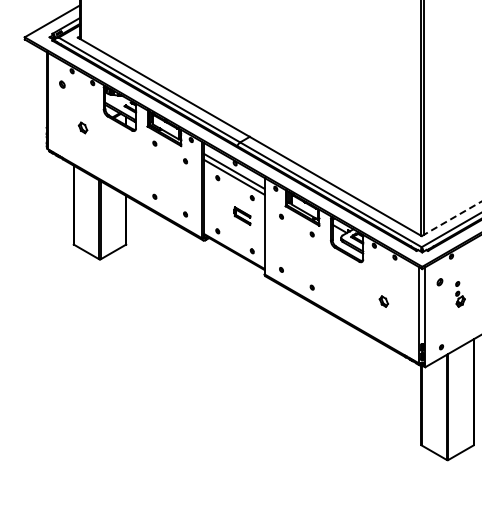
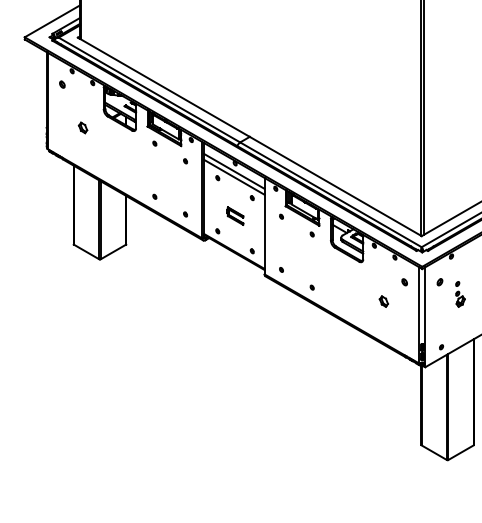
part at (242, 215) position: (242, 215) -> (235, 215)
line at (452, 218): dashed -> solid
part at (404, 282): none -> present
